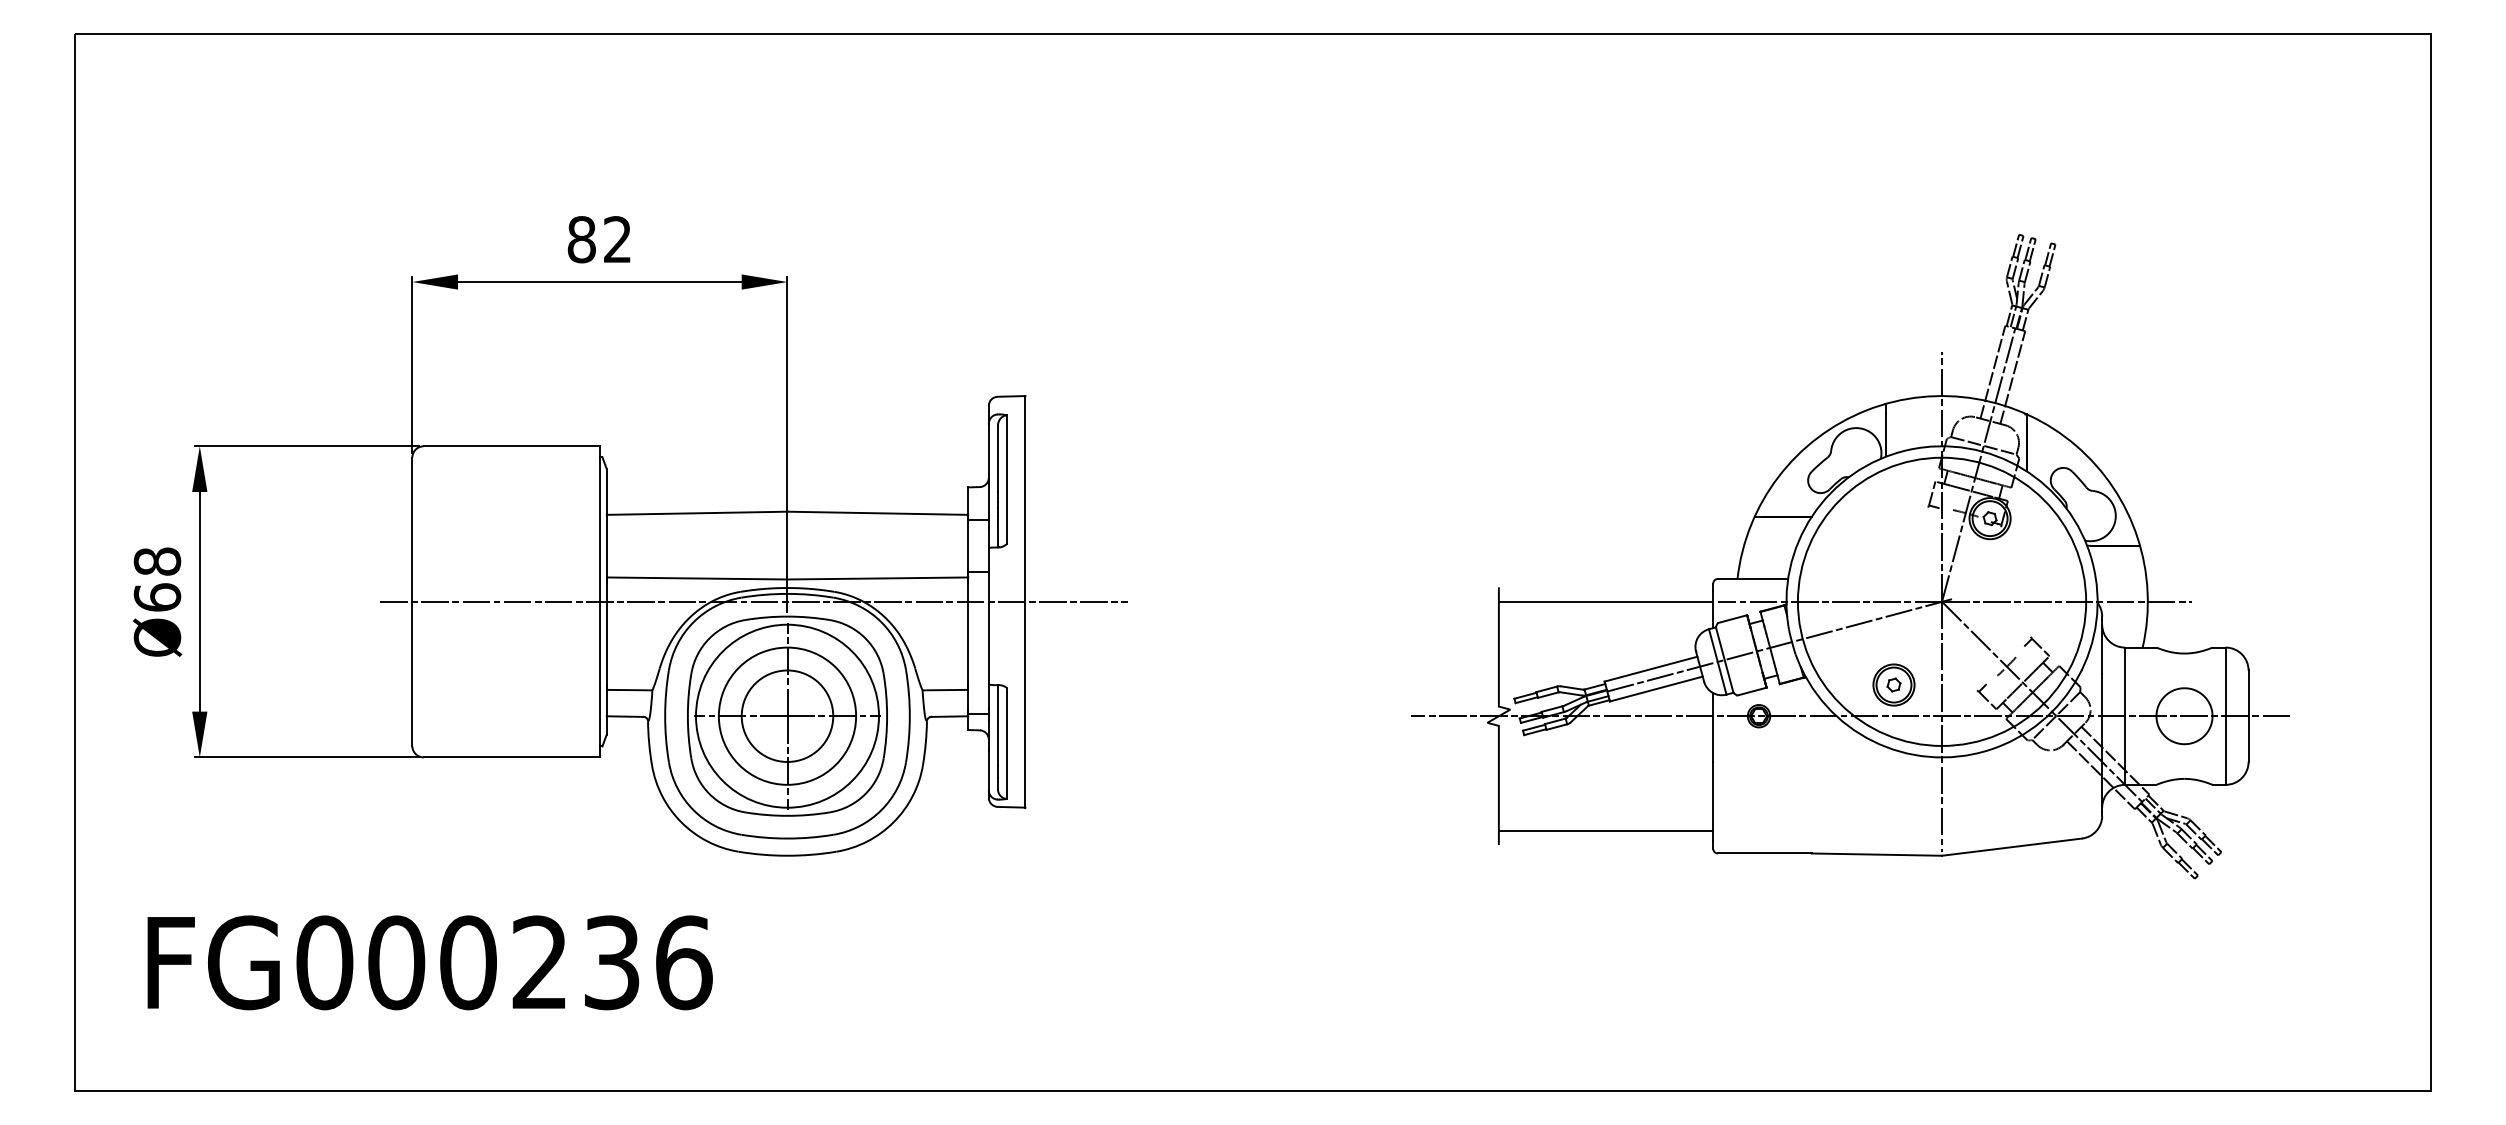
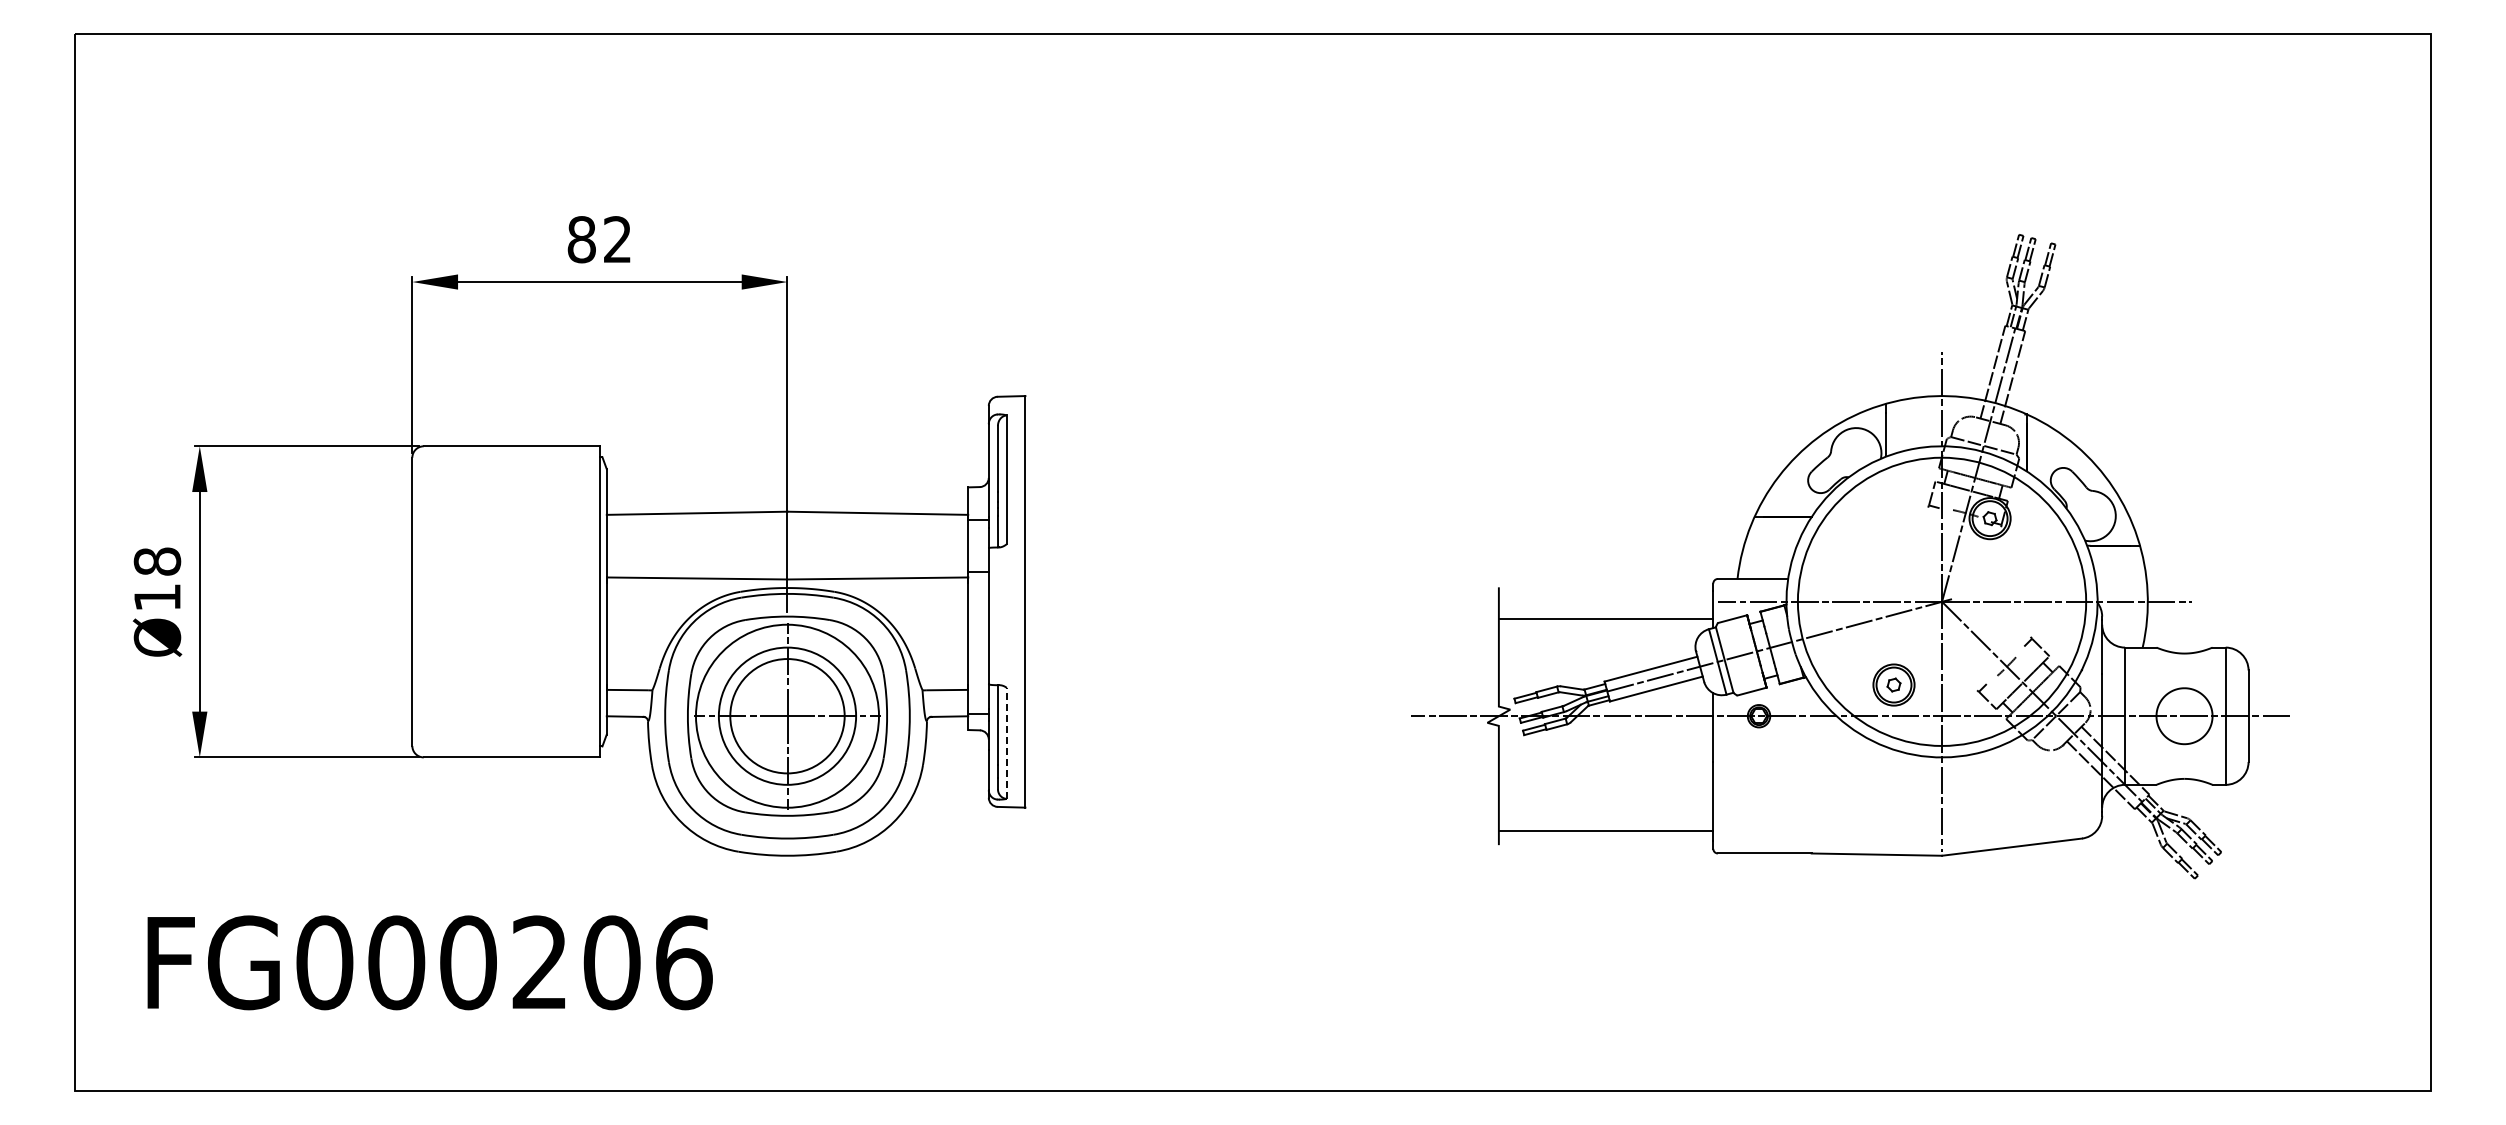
text at (157, 597): Ø68 -> Ø18
line at (753, 601): present -> none
line at (1605, 601) position: (1605, 601) -> (1605, 618)
circle at (787, 715) diameter: 92 px -> 114 px
line at (1006, 742): solid -> dashed
text at (611, 962): FG000236 -> FG000206
